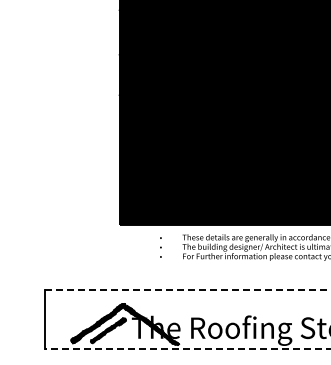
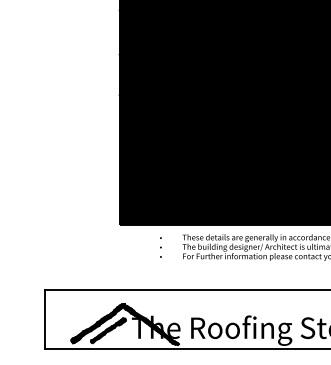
line at (187, 289): dashed -> solid
line at (187, 349): dashed -> solid
